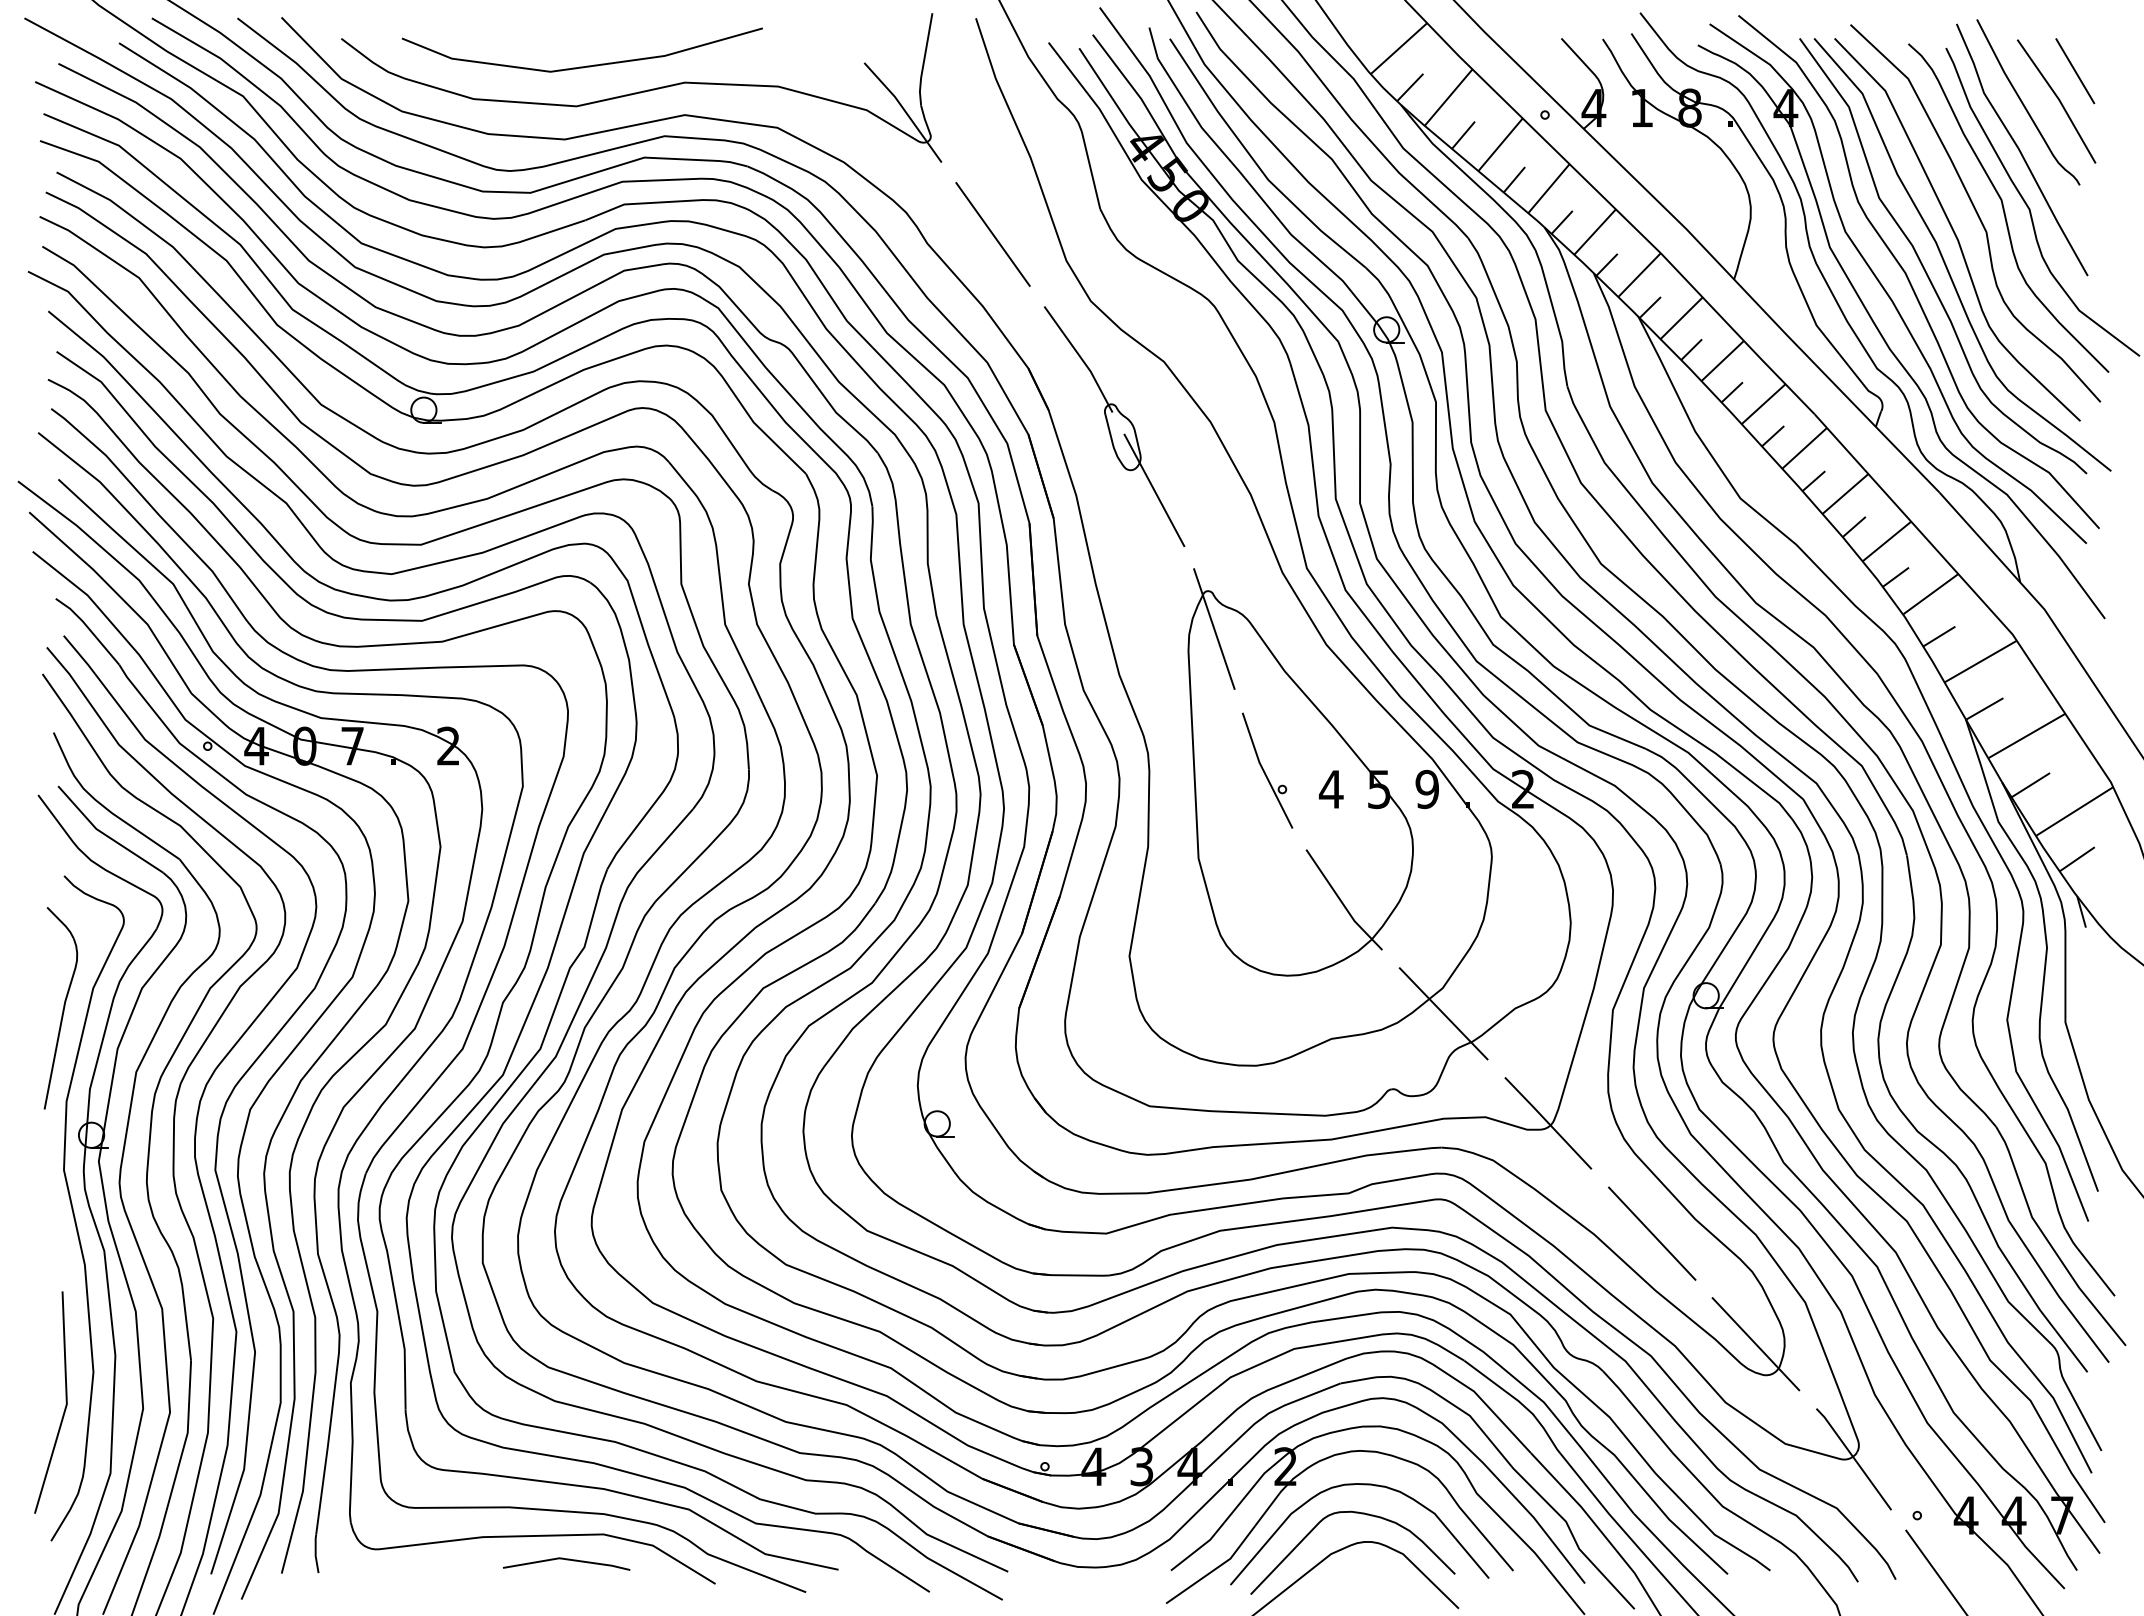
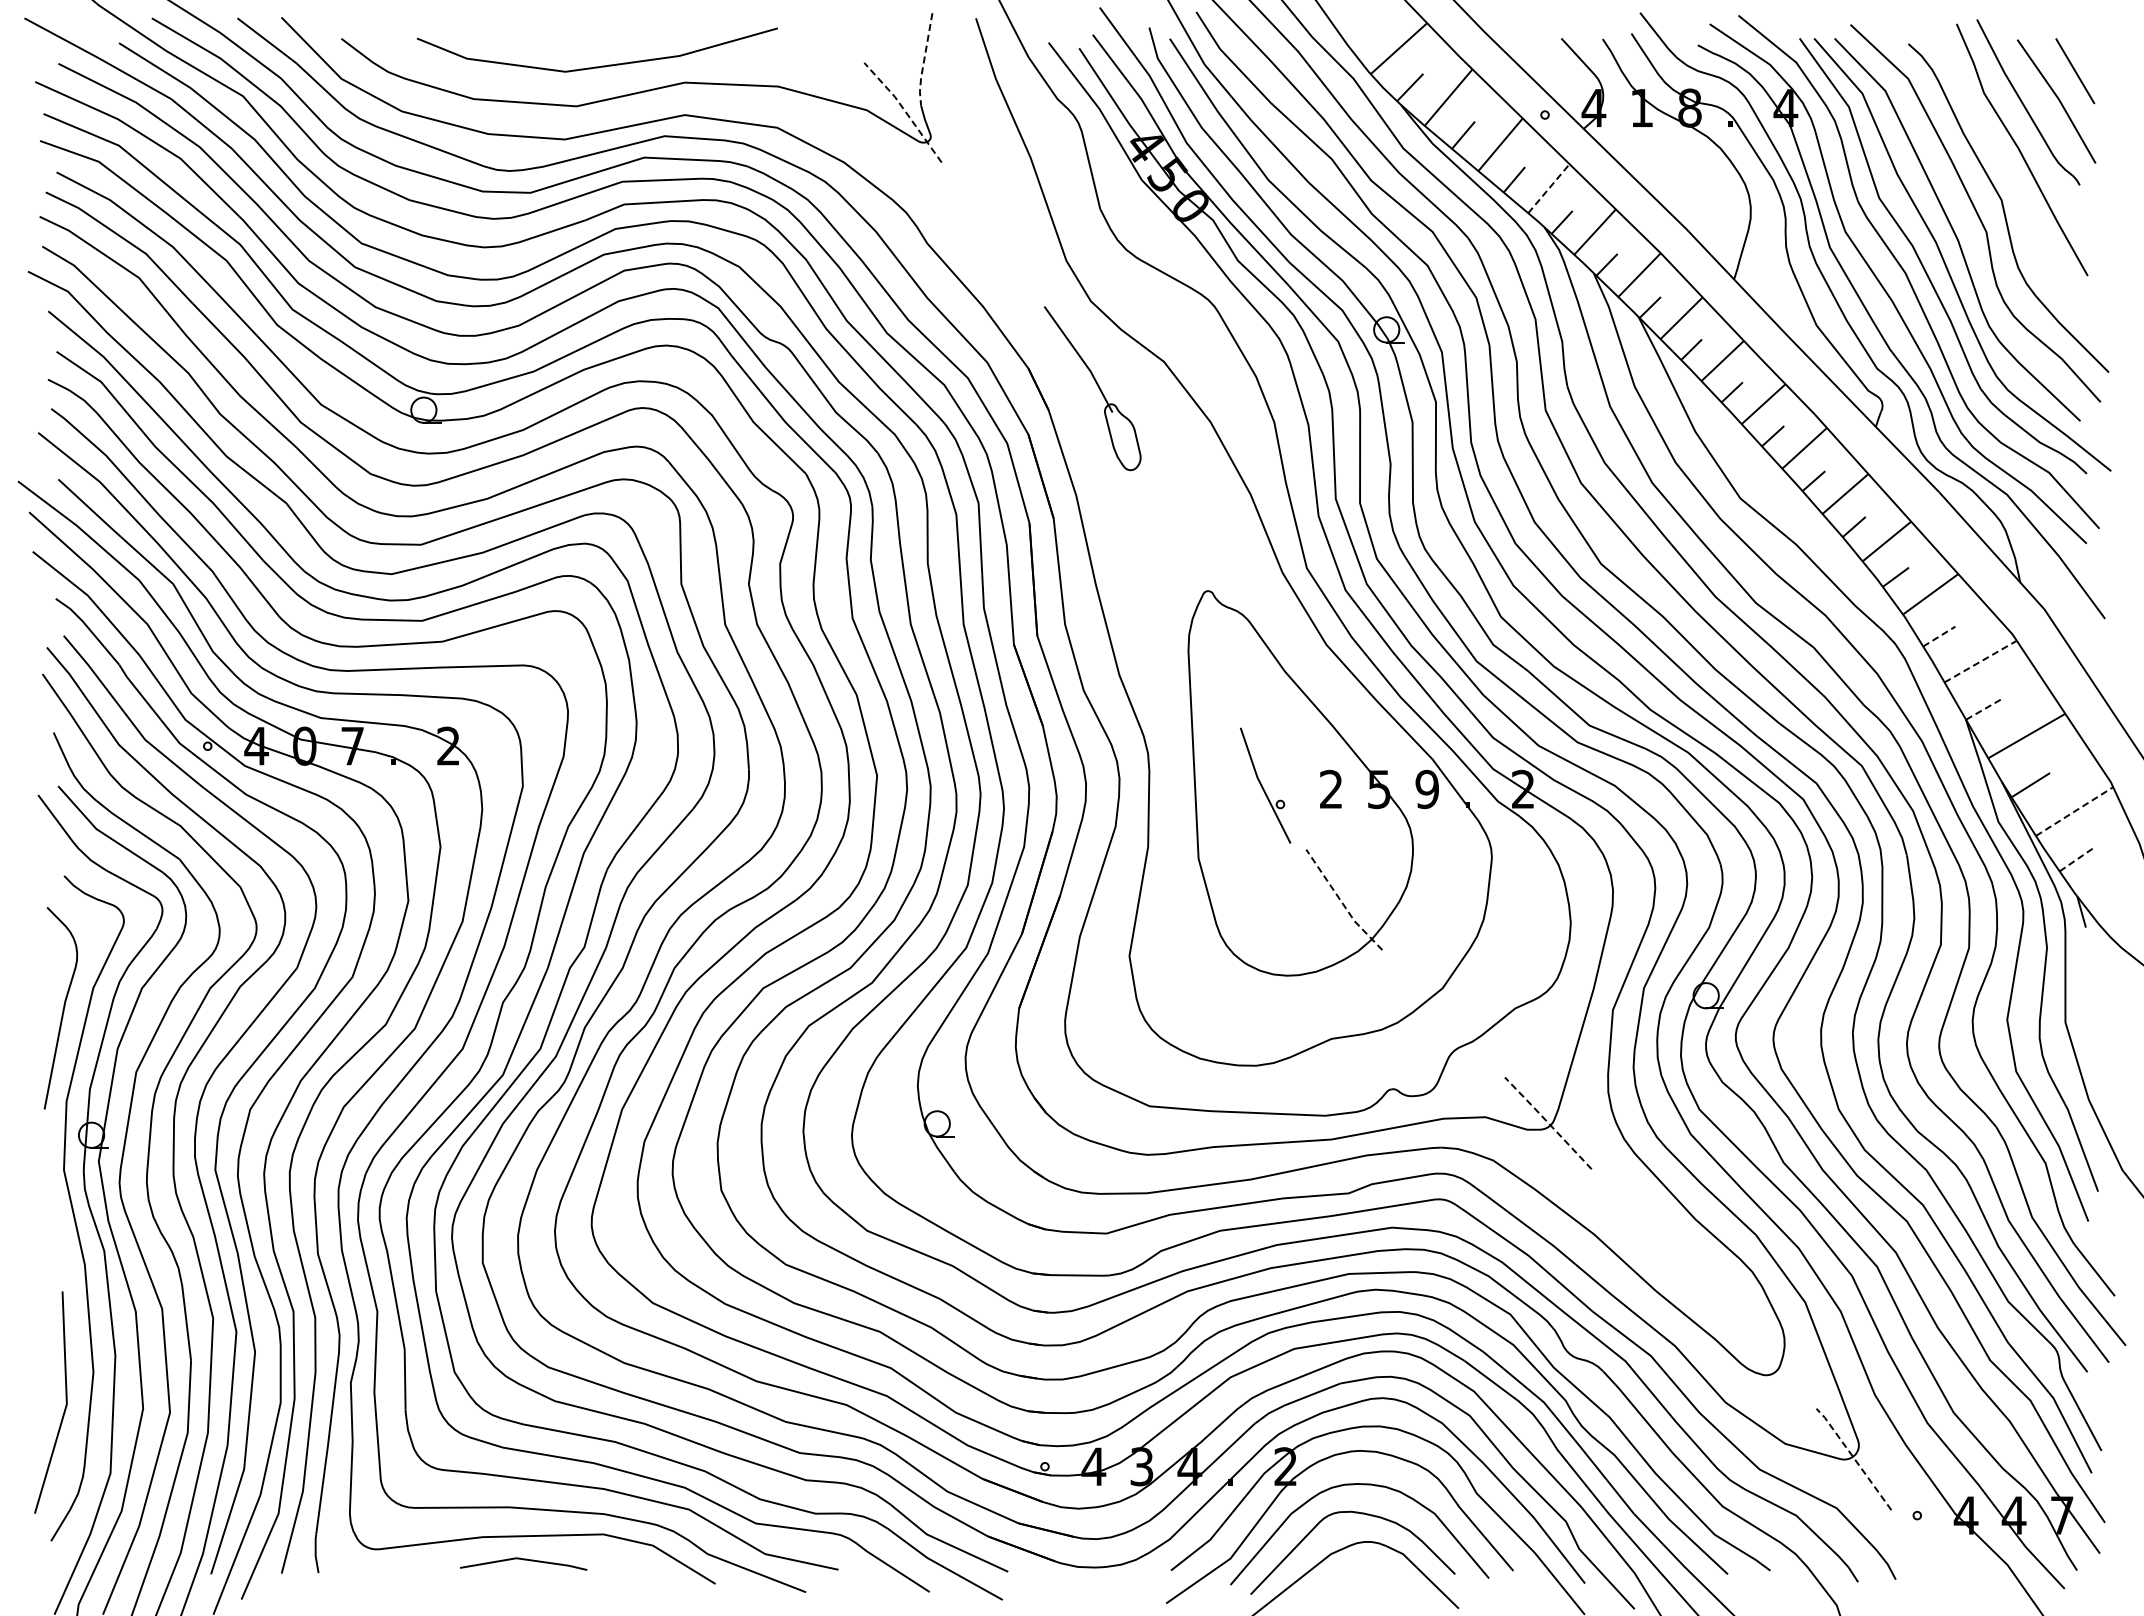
line at (924, 60): solid -> dashed
line at (586, 65) position: (586, 65) -> (601, 65)
line at (904, 110): solid -> dashed
line at (1549, 188): solid -> dashed
curve at (2030, 208): present -> none
line at (992, 234): present -> none
line at (1154, 490): present -> none
line at (1214, 628): present -> none
line at (1939, 636): solid -> dashed
line at (1980, 661): solid -> dashed
line at (1984, 708): solid -> dashed
part at (1267, 770) position: (1267, 770) -> (1265, 785)
text at (1330, 788): 4 -> 2
line at (2074, 811): solid -> dashed
line at (2077, 859): solid -> dashed
line at (1341, 902): solid -> dashed
line at (1443, 1013): present -> none
line at (1548, 1122): solid -> dashed
line at (1652, 1233): present -> none
line at (1755, 1344): present -> none
line at (1854, 1458): solid -> dashed
line at (566, 1560) position: (566, 1560) -> (523, 1560)
line at (1935, 1571): present -> none
